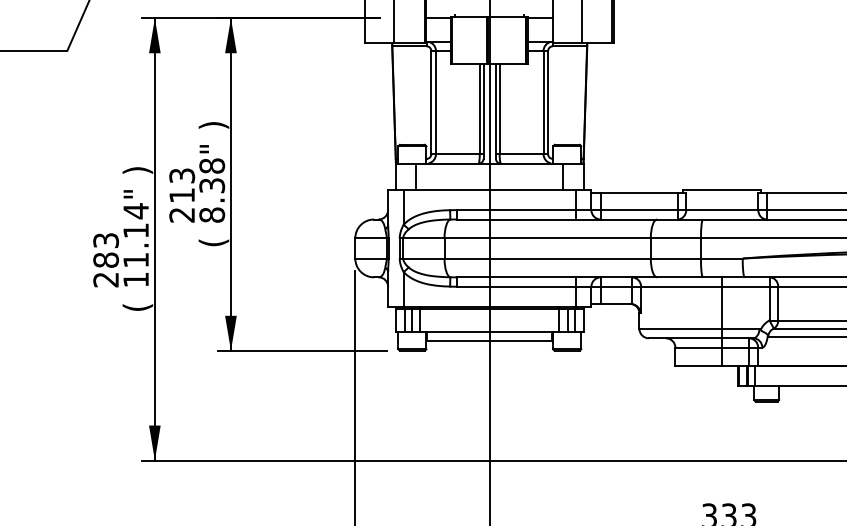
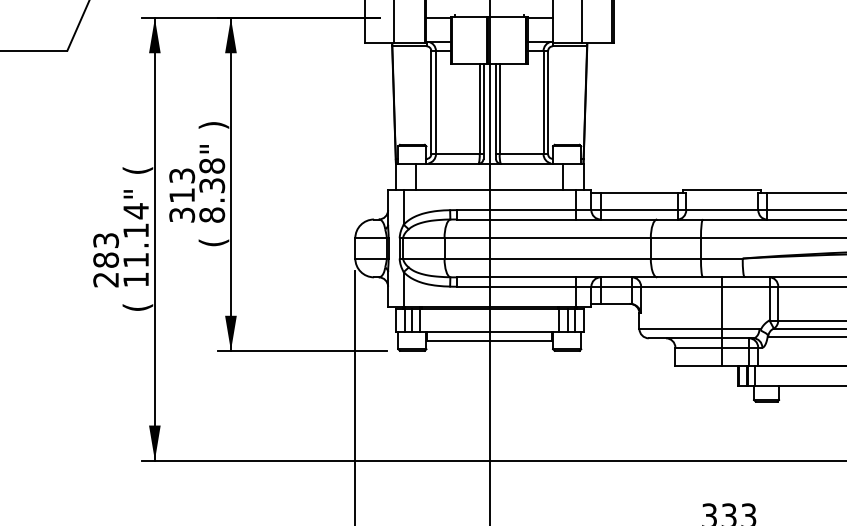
text at (137, 170): ) -> (
text at (182, 214): 213 -> 313
